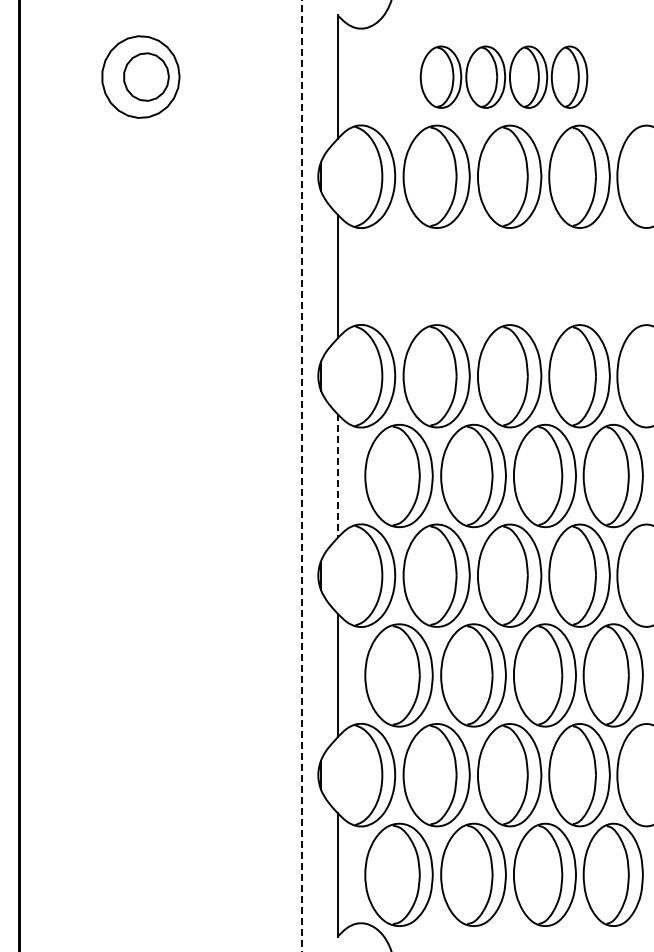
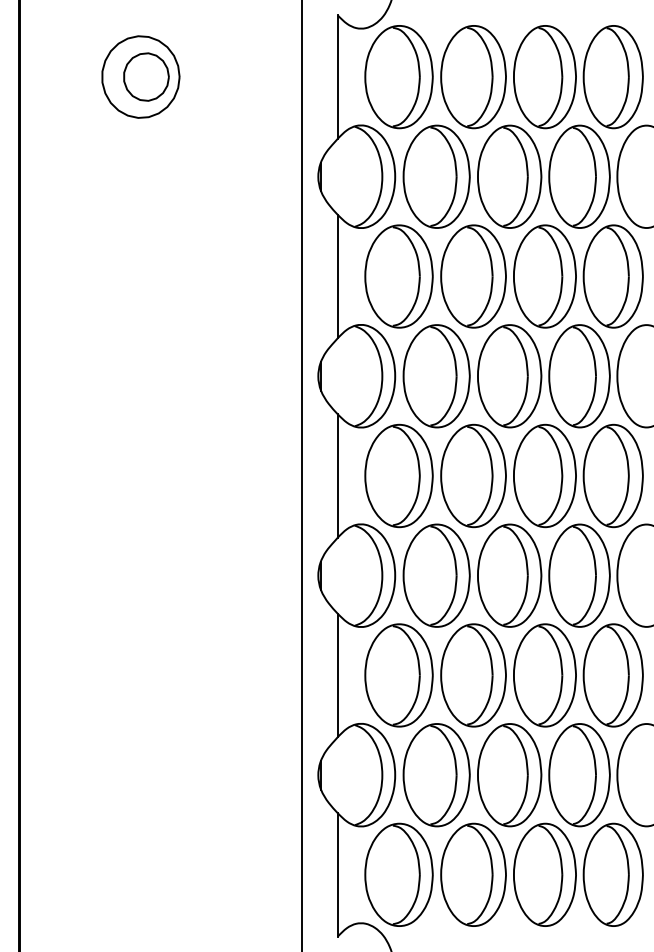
part at (503, 76) size: 170x64 px -> 280x105 px
part at (503, 276): none -> present
line at (301, 476): dashed -> solid
line at (337, 476): dashed -> solid
